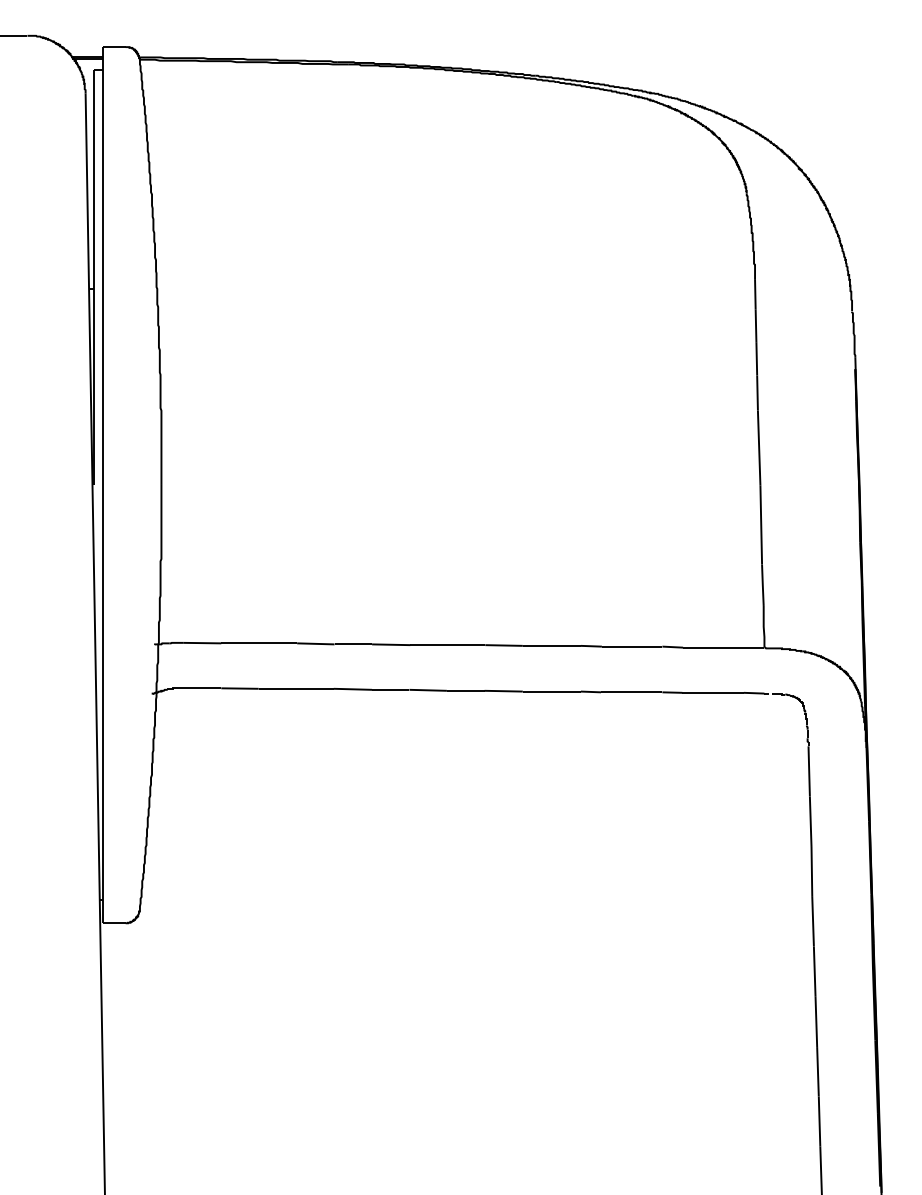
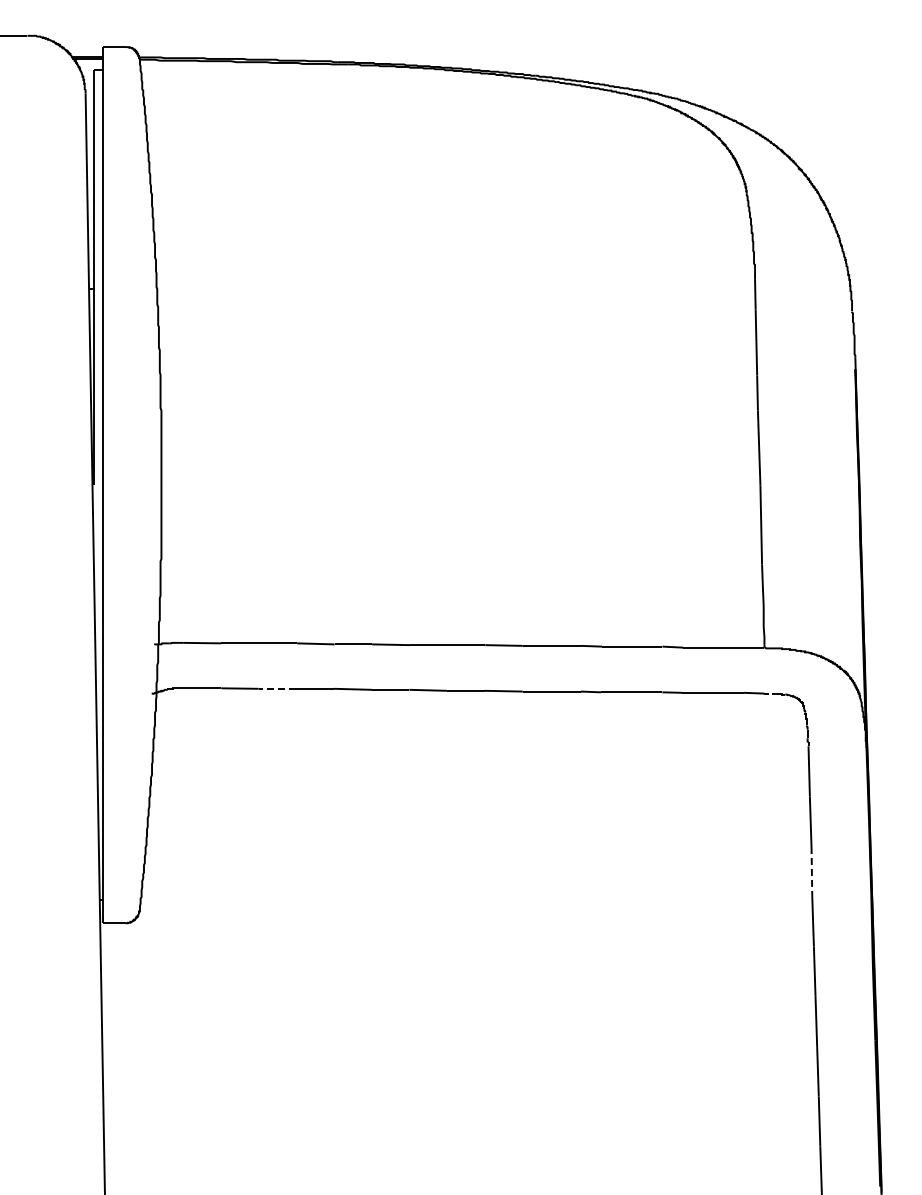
line at (277, 688): solid -> dashed
line at (811, 871): solid -> dashed
